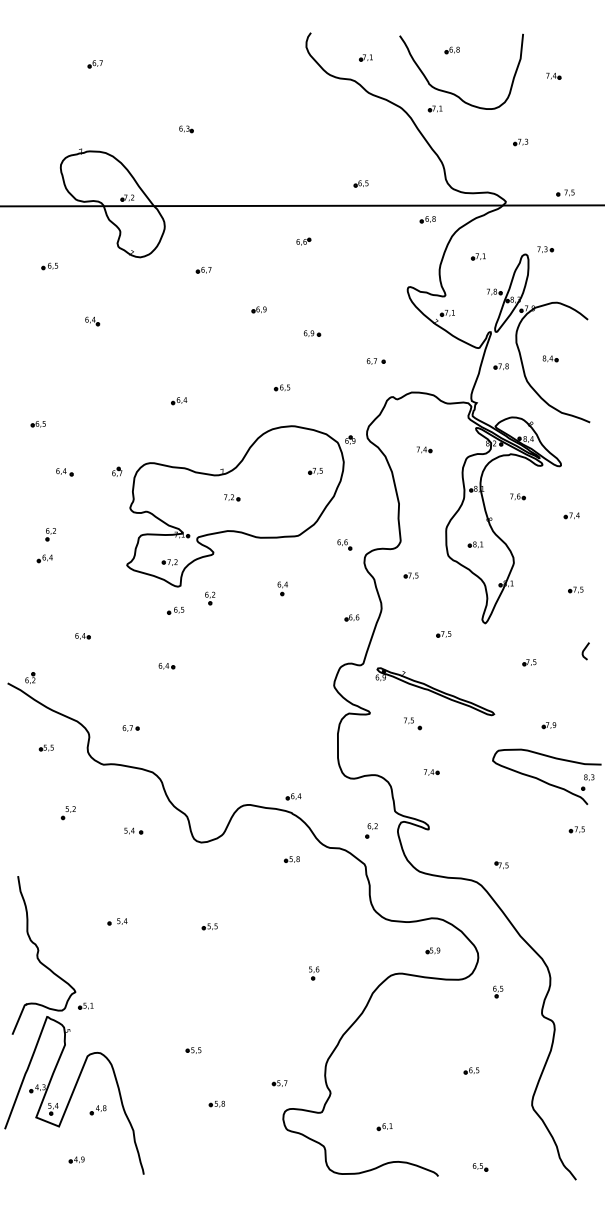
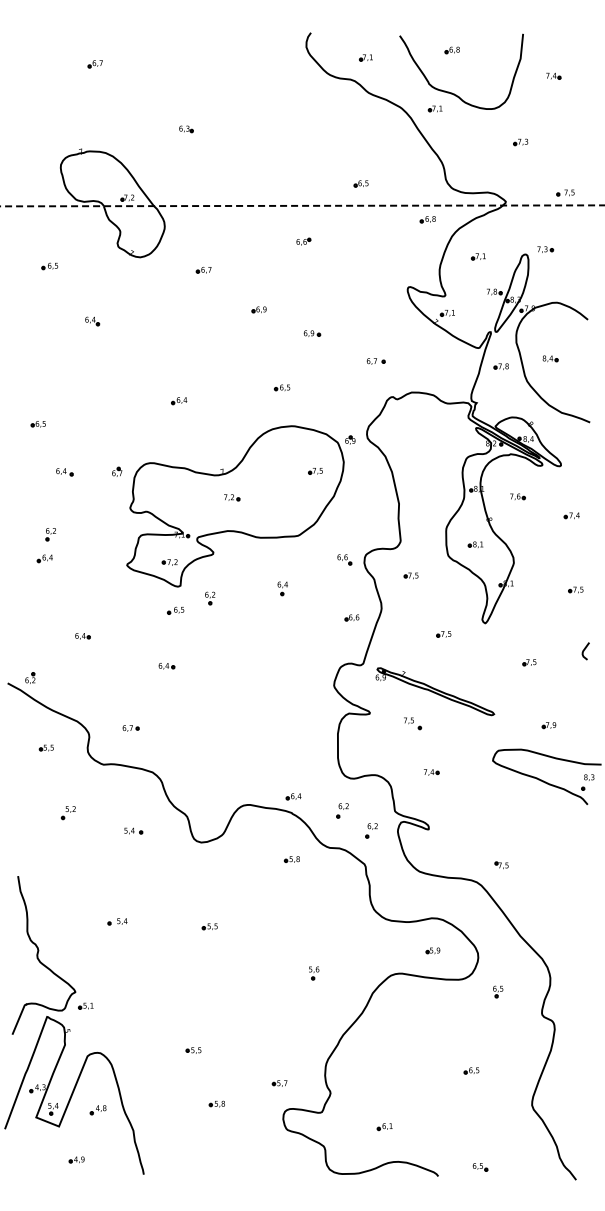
line at (302, 205): solid -> dashed
part at (424, 449): present -> none
part at (344, 544) position: (344, 544) -> (344, 559)
part at (342, 810): none -> present
part at (576, 829): present -> none
